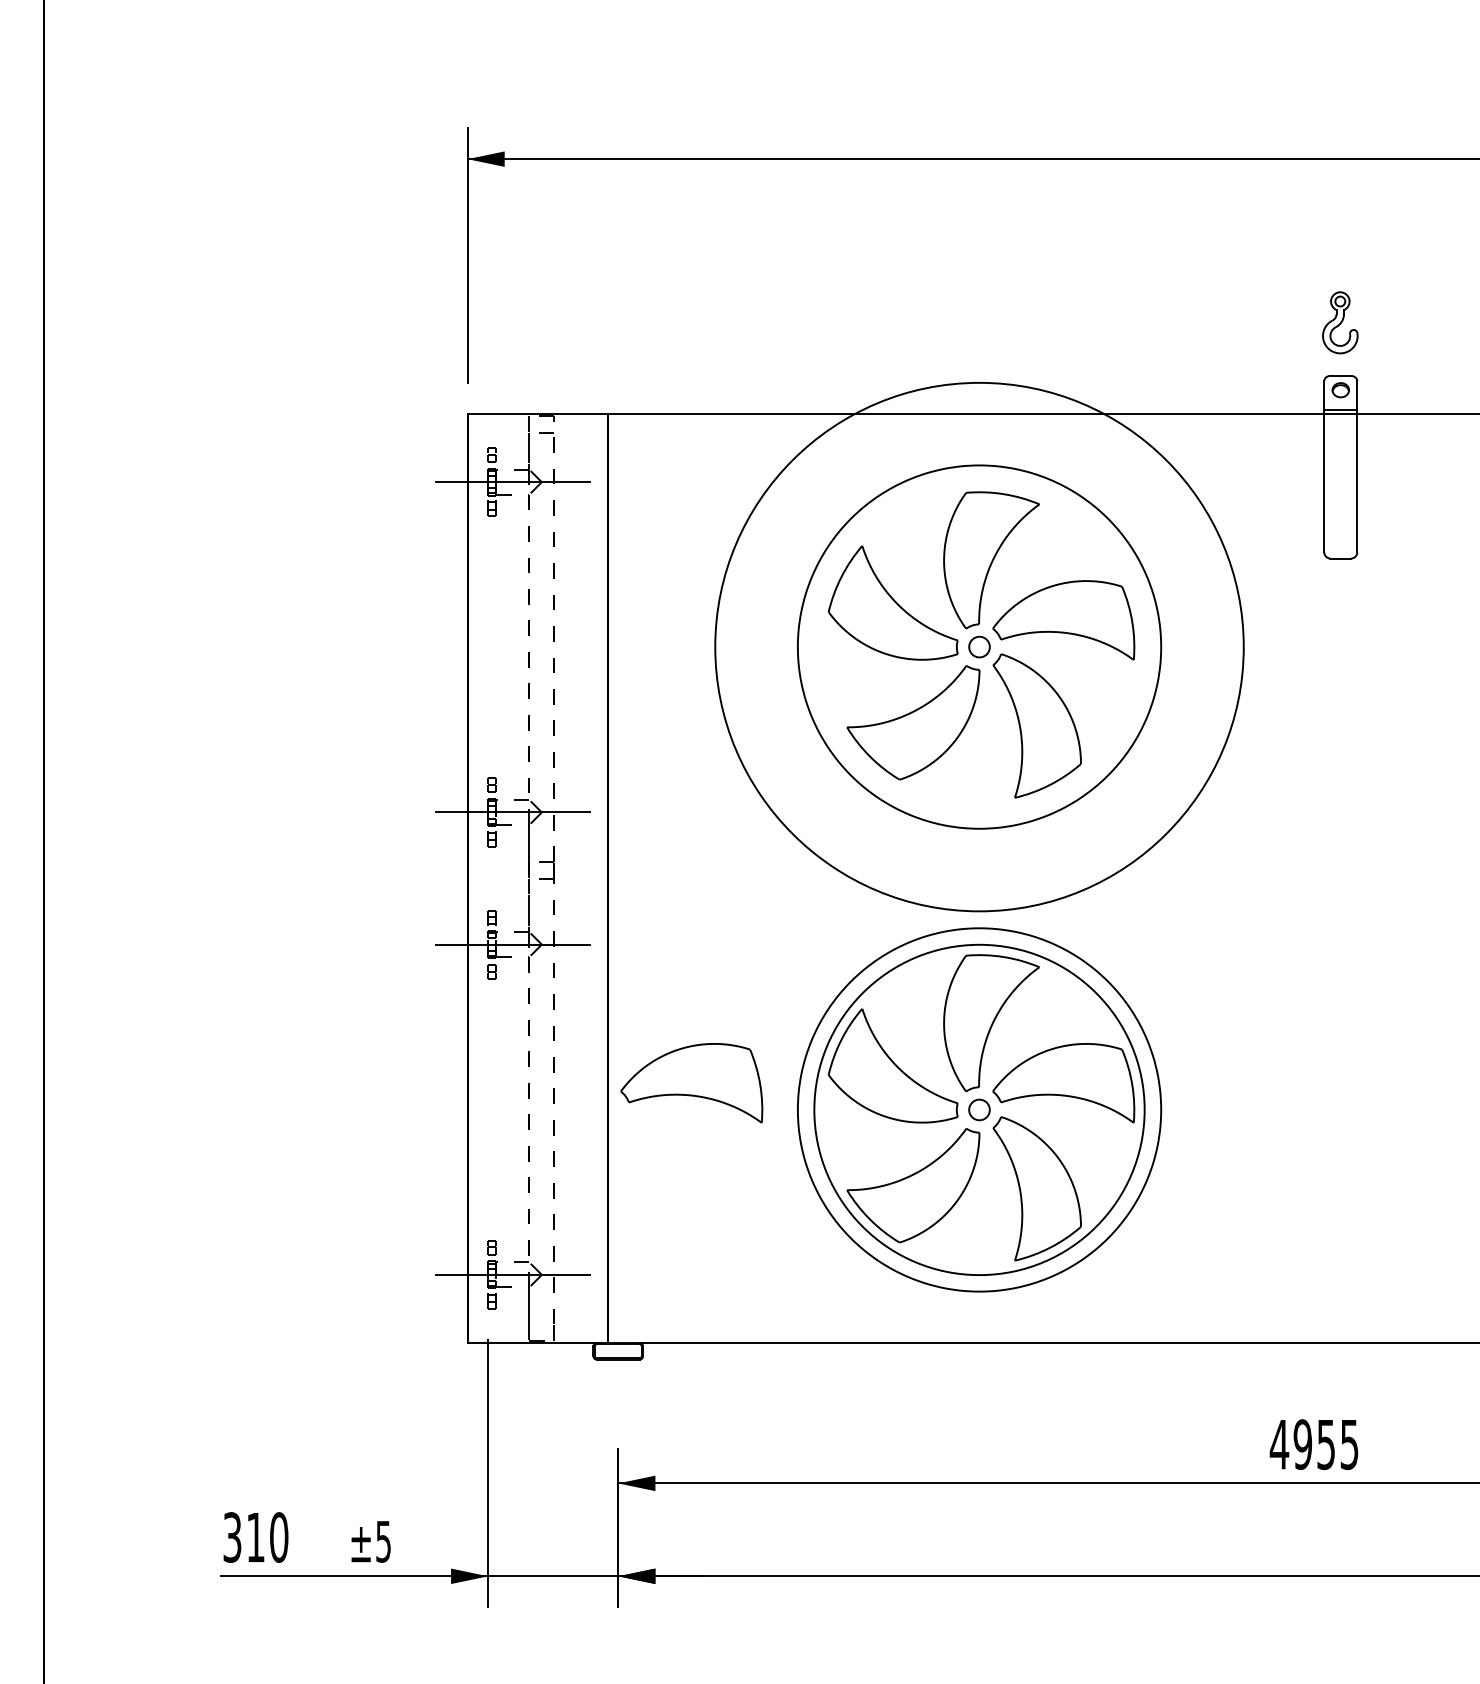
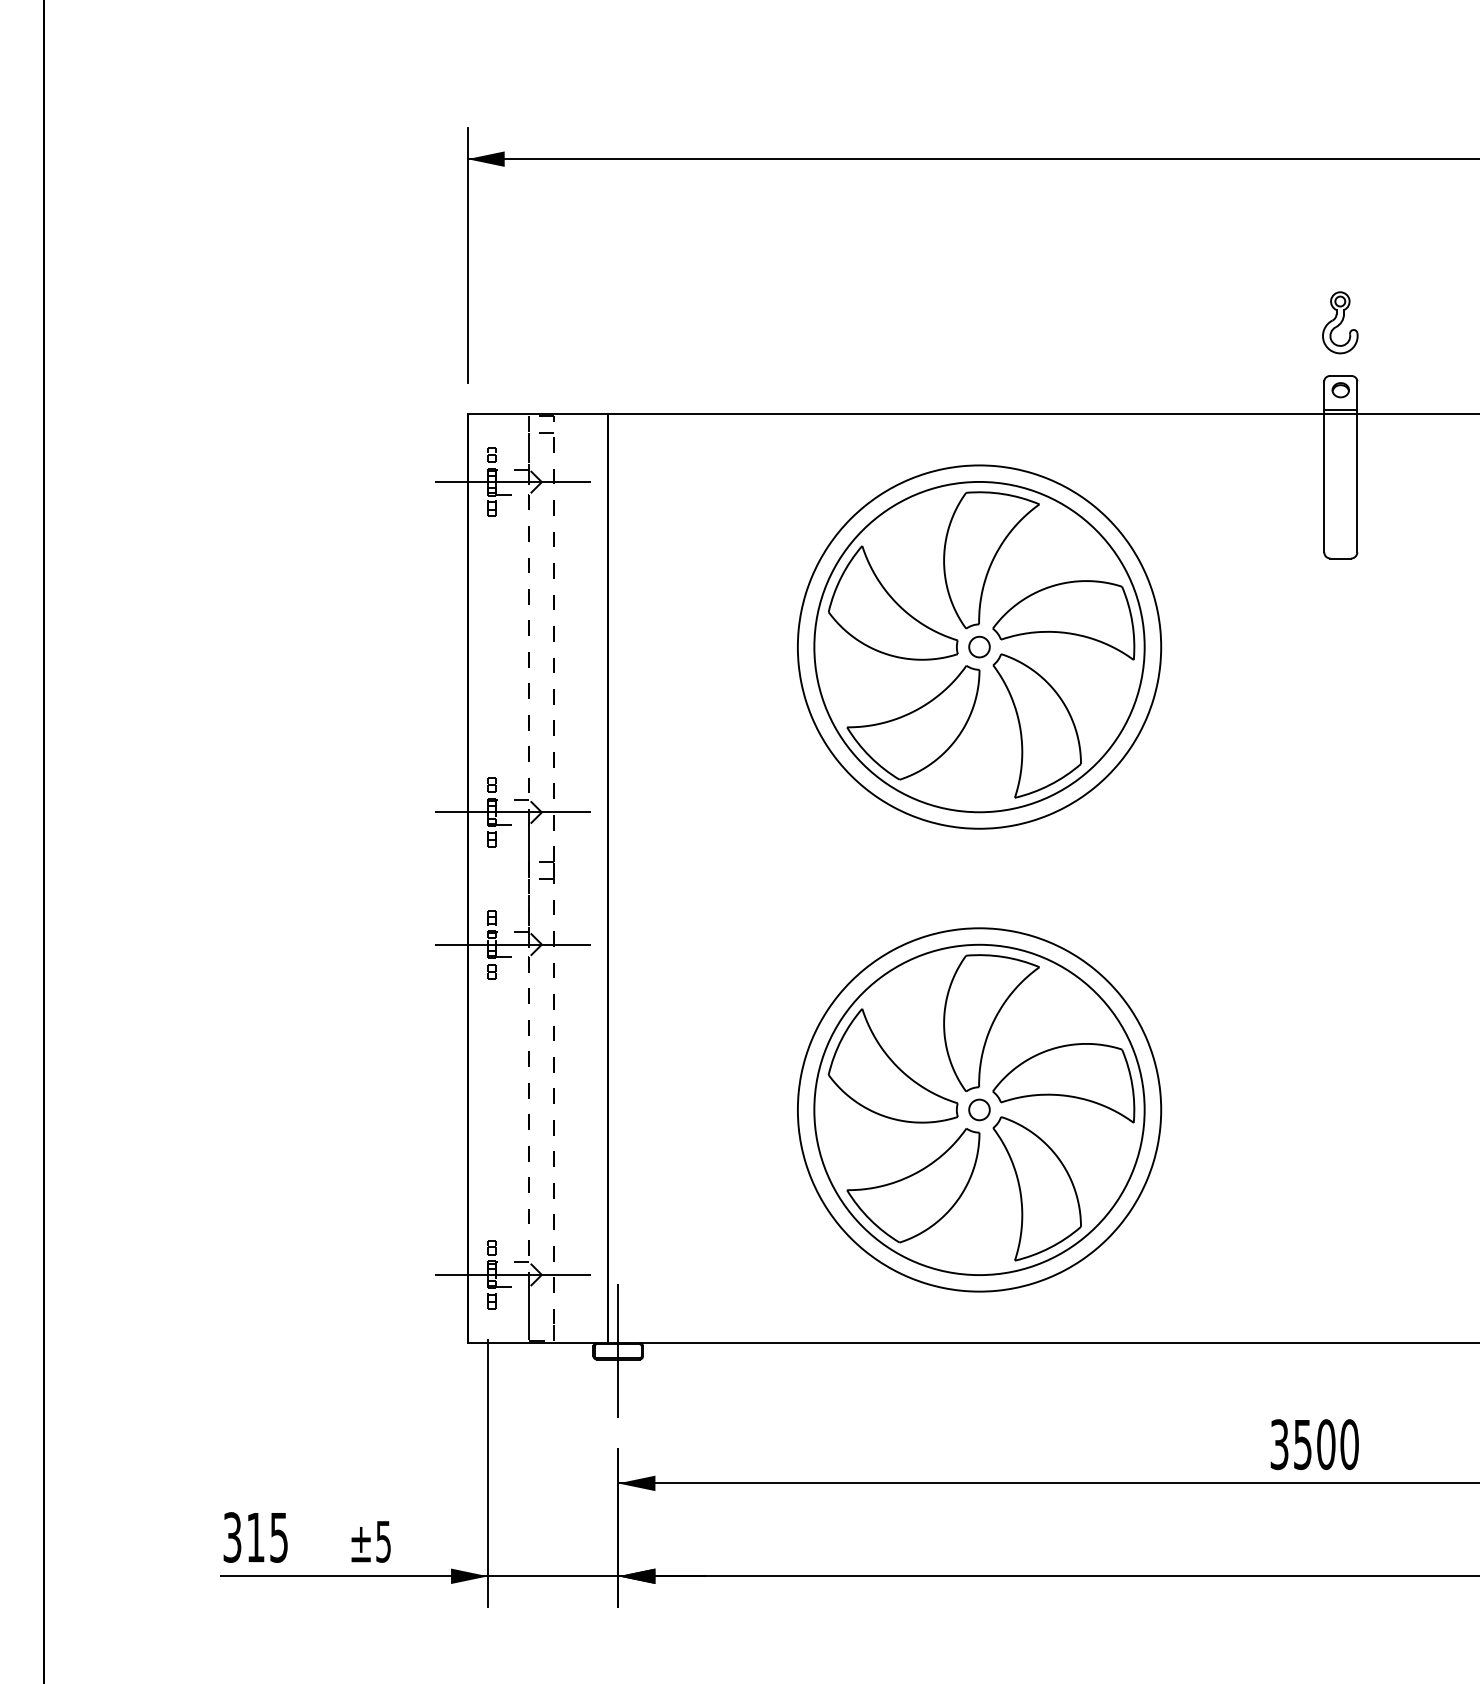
circle at (979, 646) diameter: 528 px -> 330 px
part at (691, 1083): present -> none
line at (618, 1351): none -> present
text at (1313, 1444): 4955 -> 3500
text at (279, 1537): 310 -> 315
